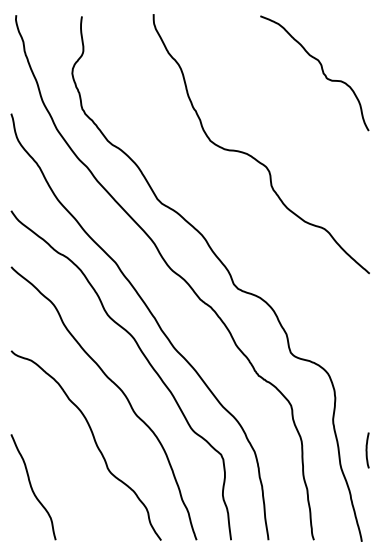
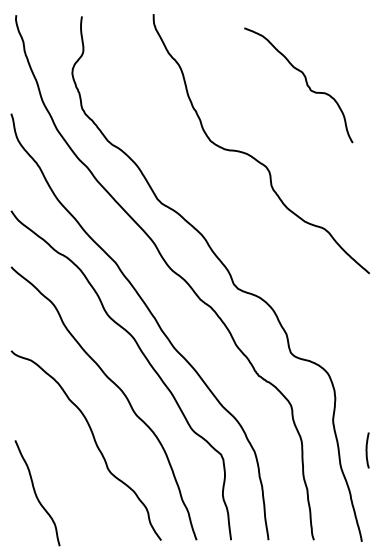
curve at (321, 70) position: (321, 70) -> (305, 82)
curve at (32, 487) position: (32, 487) -> (36, 493)
